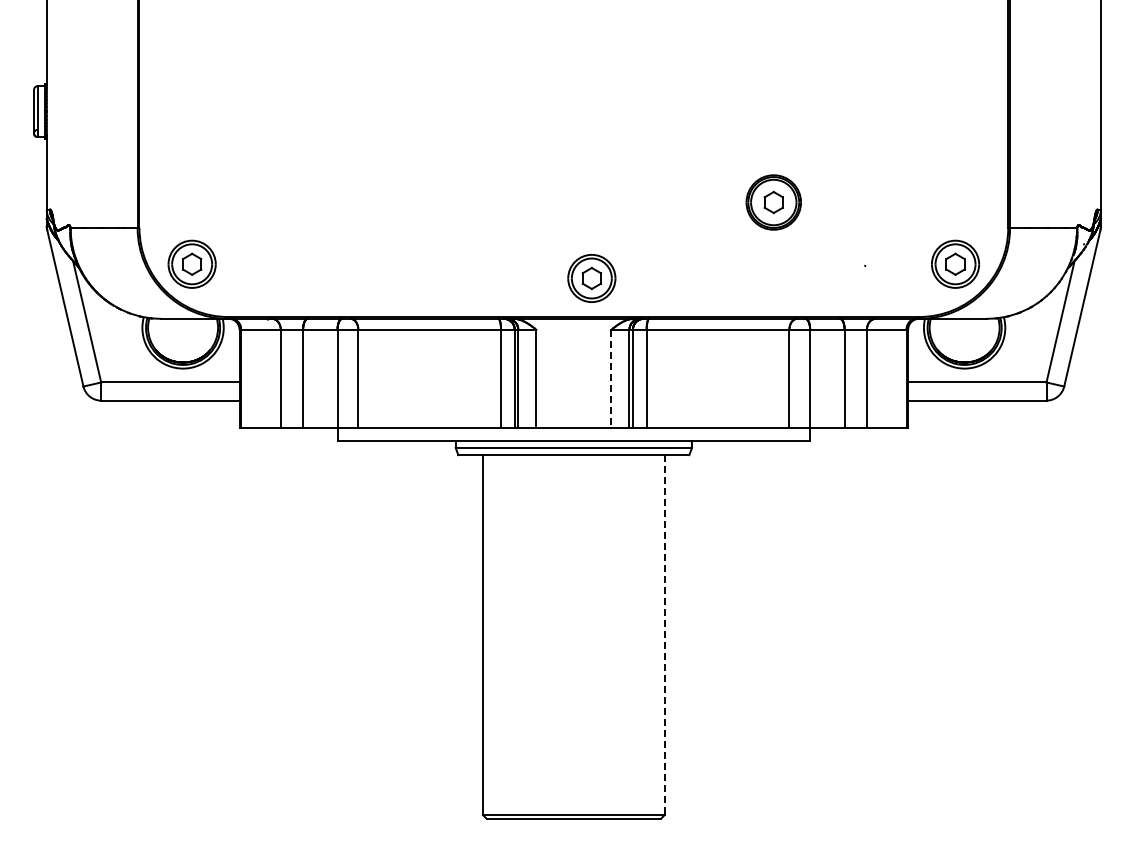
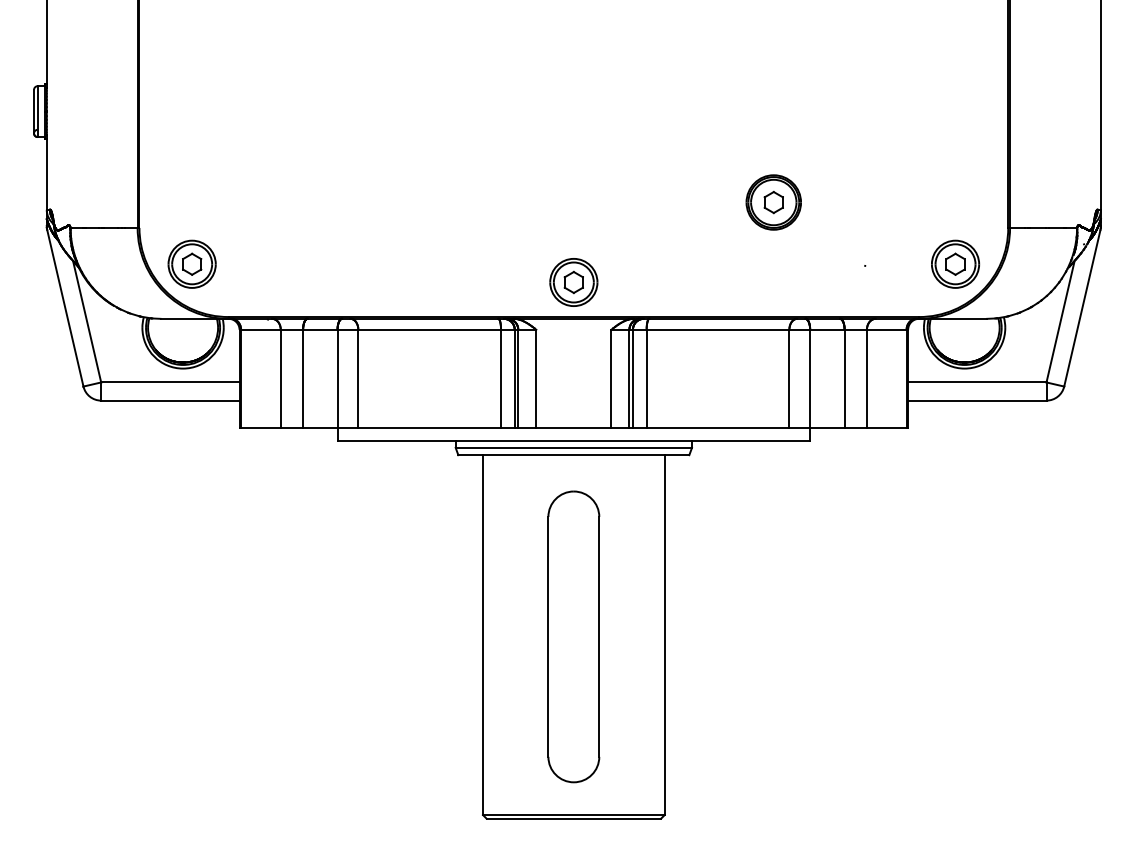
part at (591, 278) position: (591, 278) -> (573, 282)
line at (611, 379): dashed -> solid
line at (664, 635): dashed -> solid
part at (573, 636): none -> present
